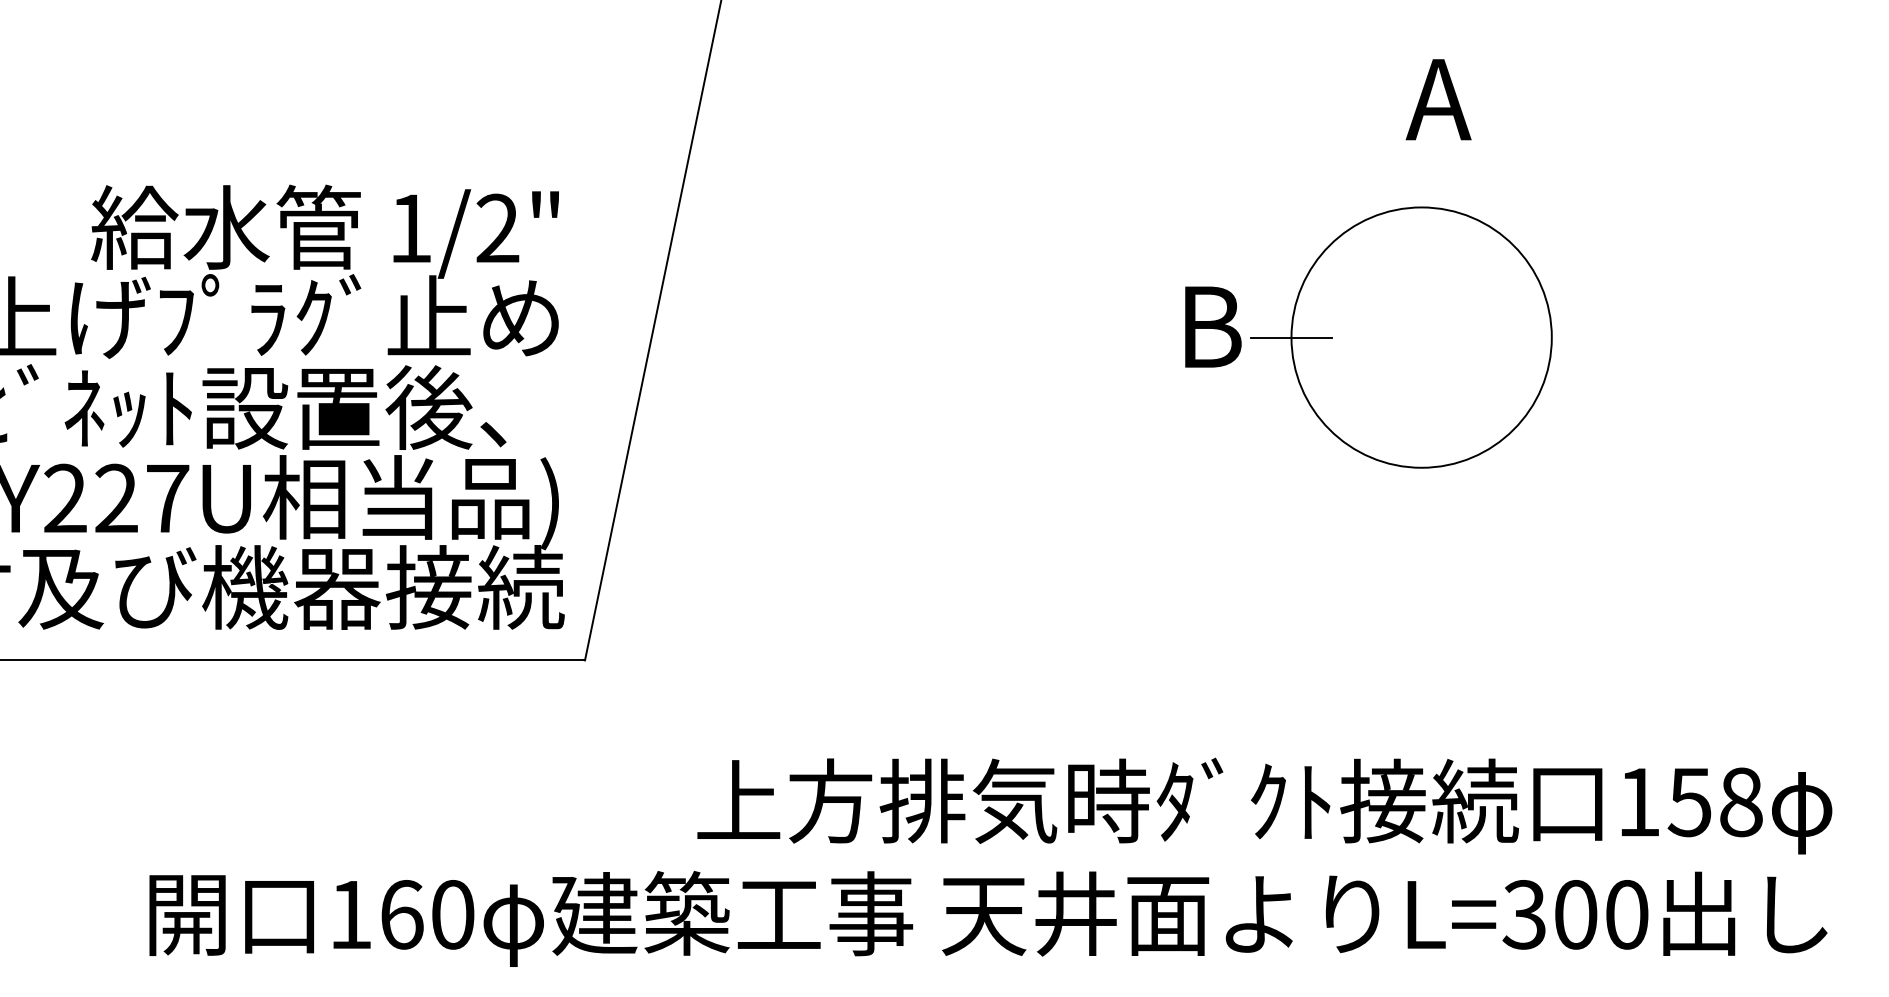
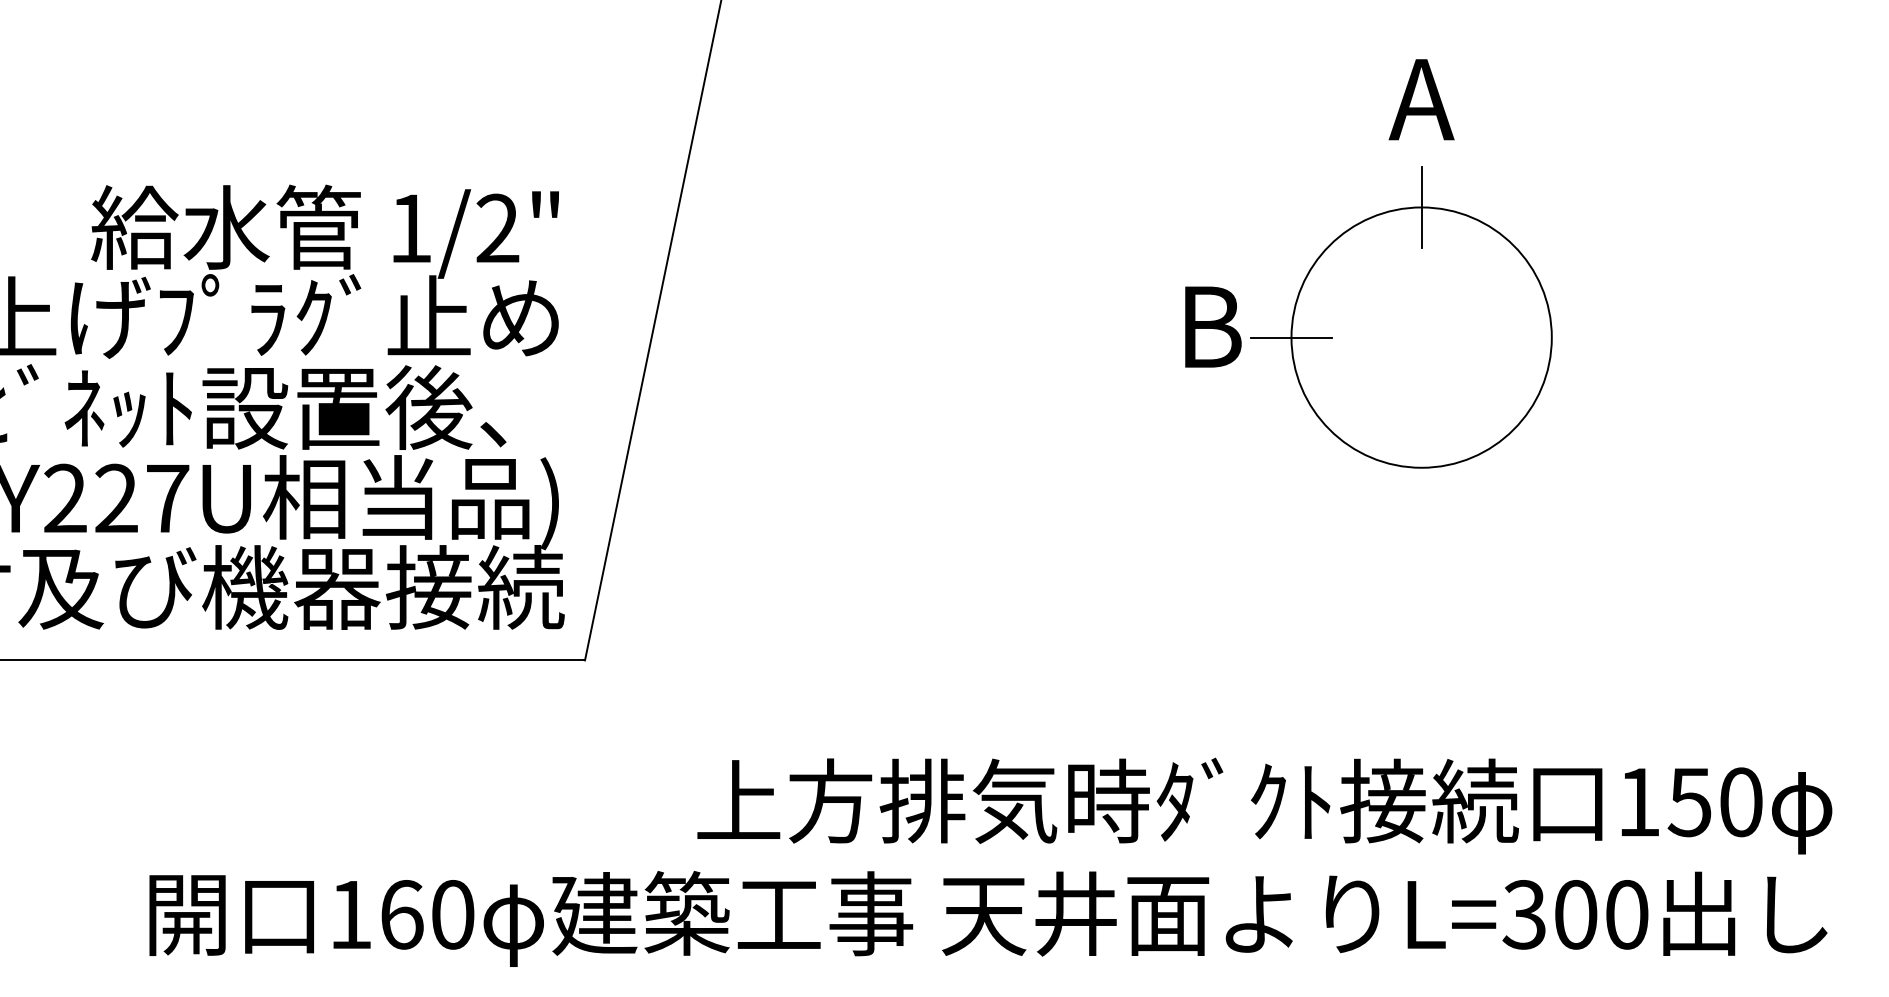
text at (1438, 99) position: (1438, 99) -> (1421, 99)
line at (1421, 206): none -> present
text at (1741, 802): 158 -> 150
